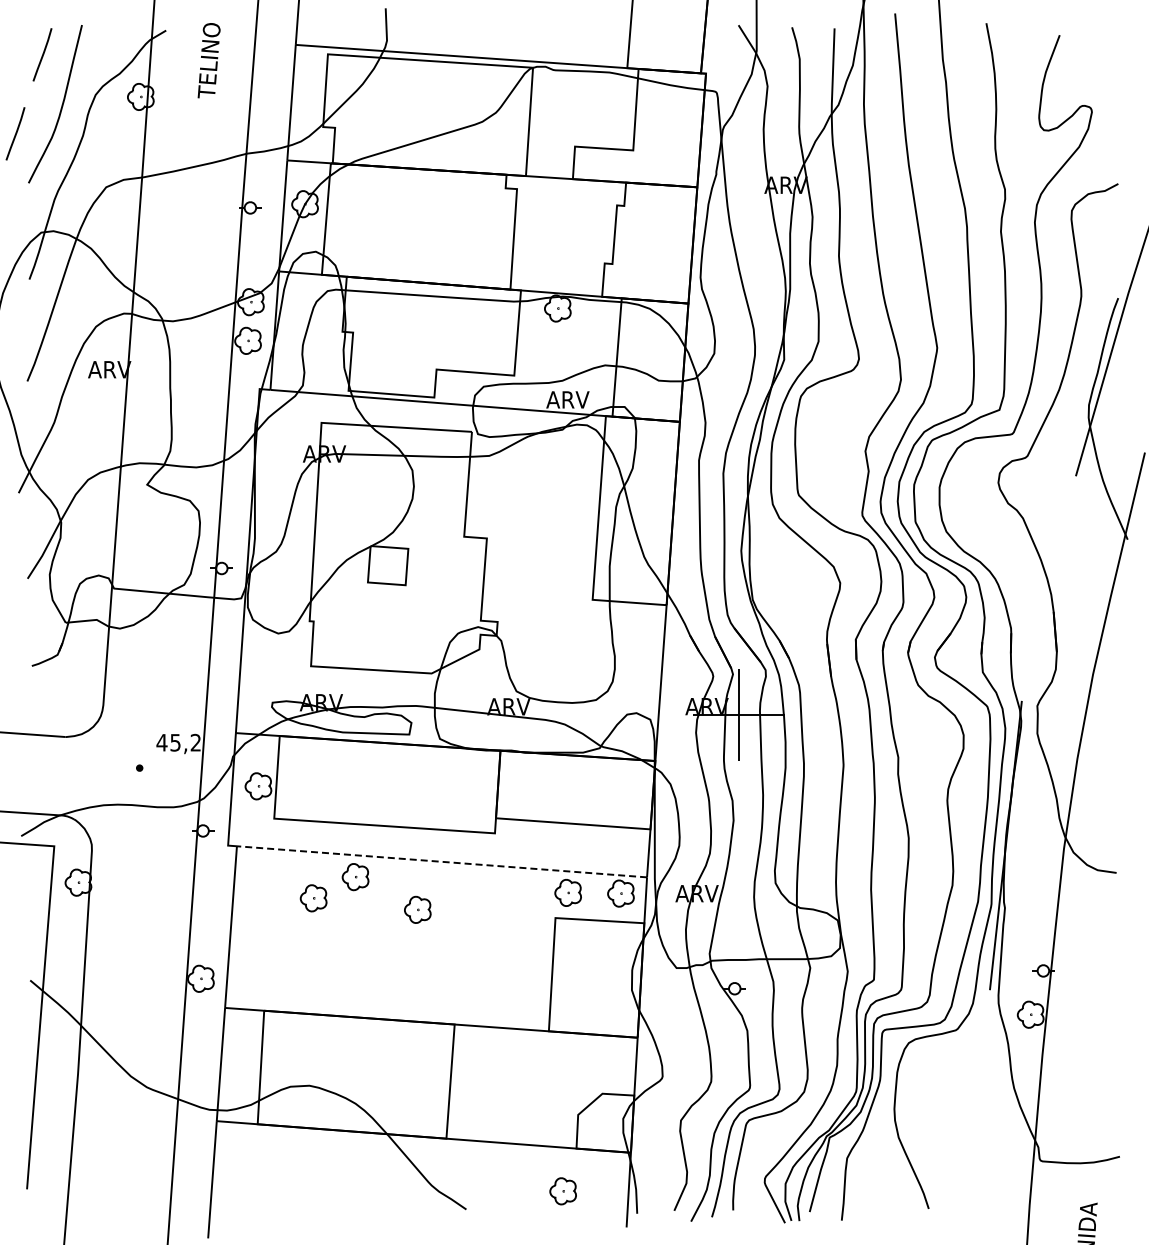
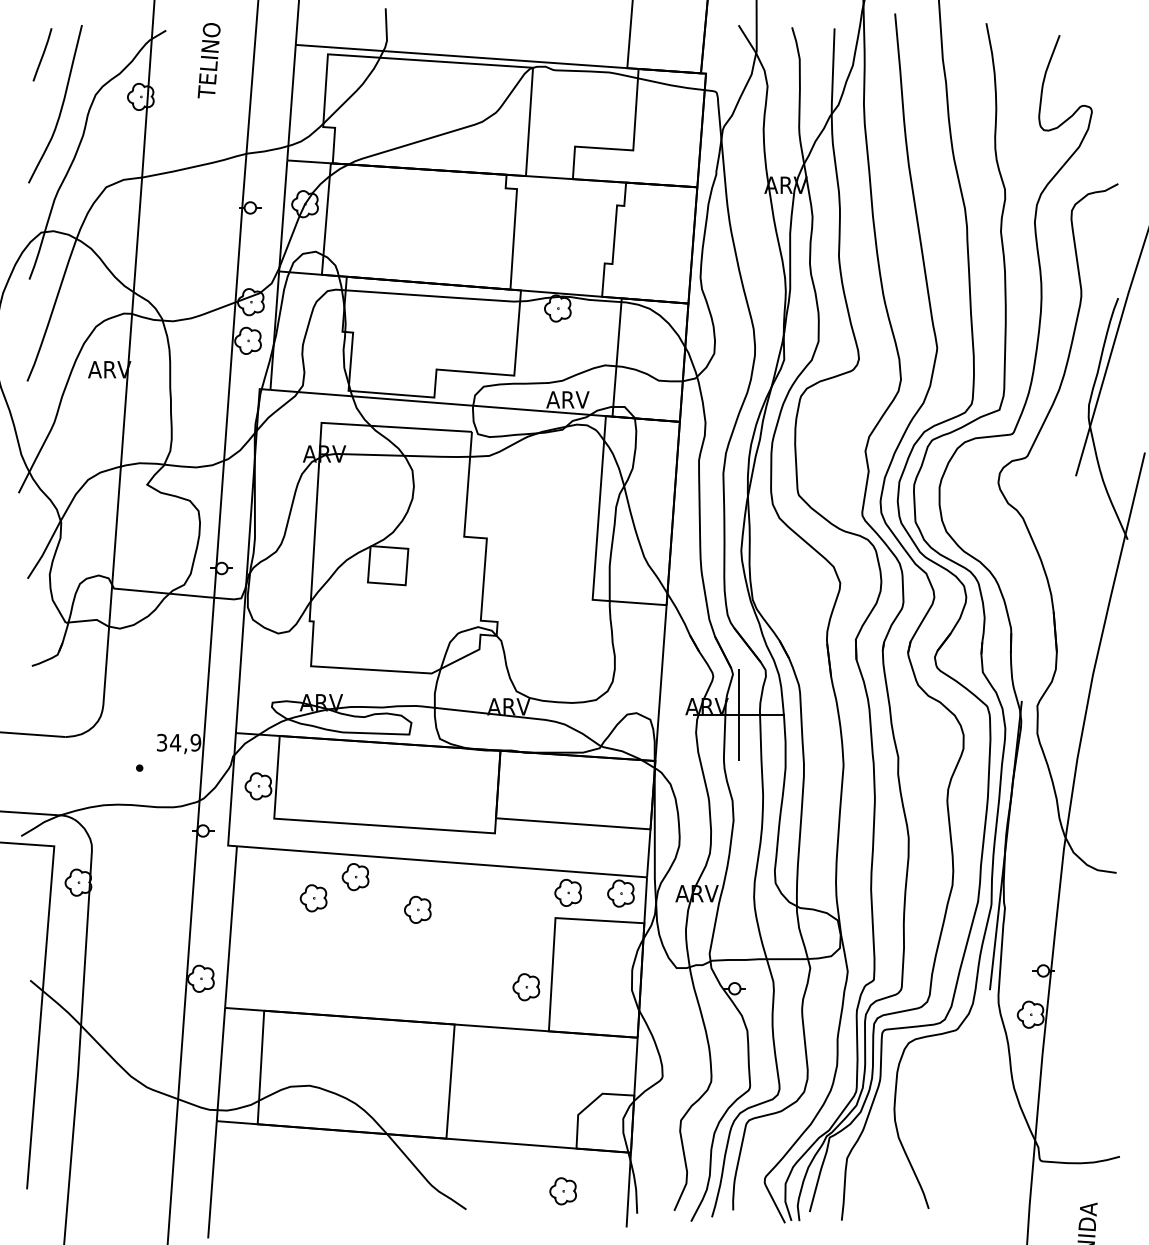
line at (15, 133): present -> none
text at (178, 742): 45,2 -> 34,9
line at (442, 861): dashed -> solid
part at (526, 987): none -> present
